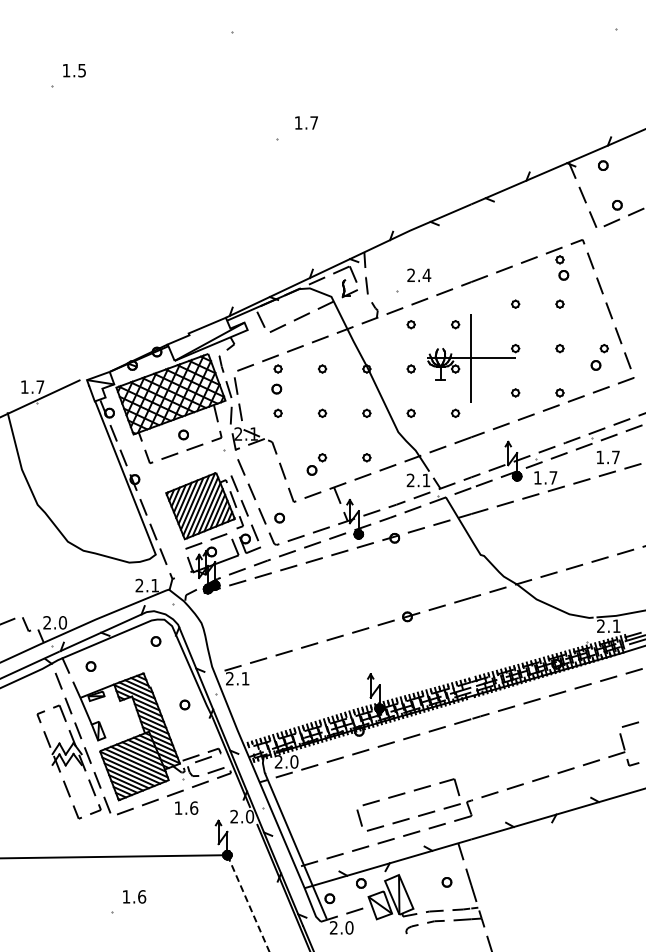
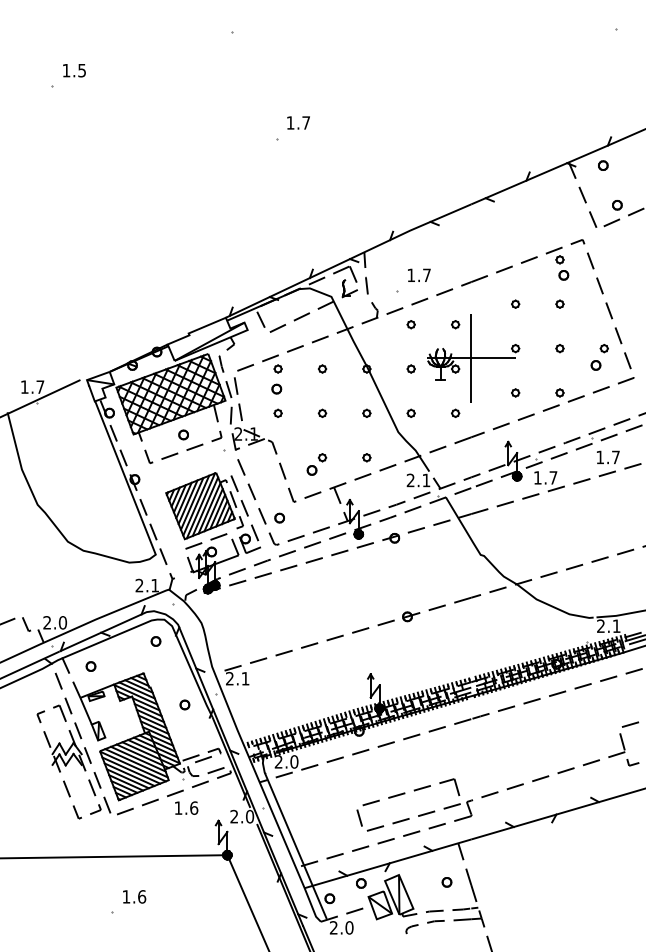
text at (306, 122) position: (306, 122) -> (298, 122)
text at (419, 274): 2.4 -> 1.7
line at (248, 903): dashed -> solid
